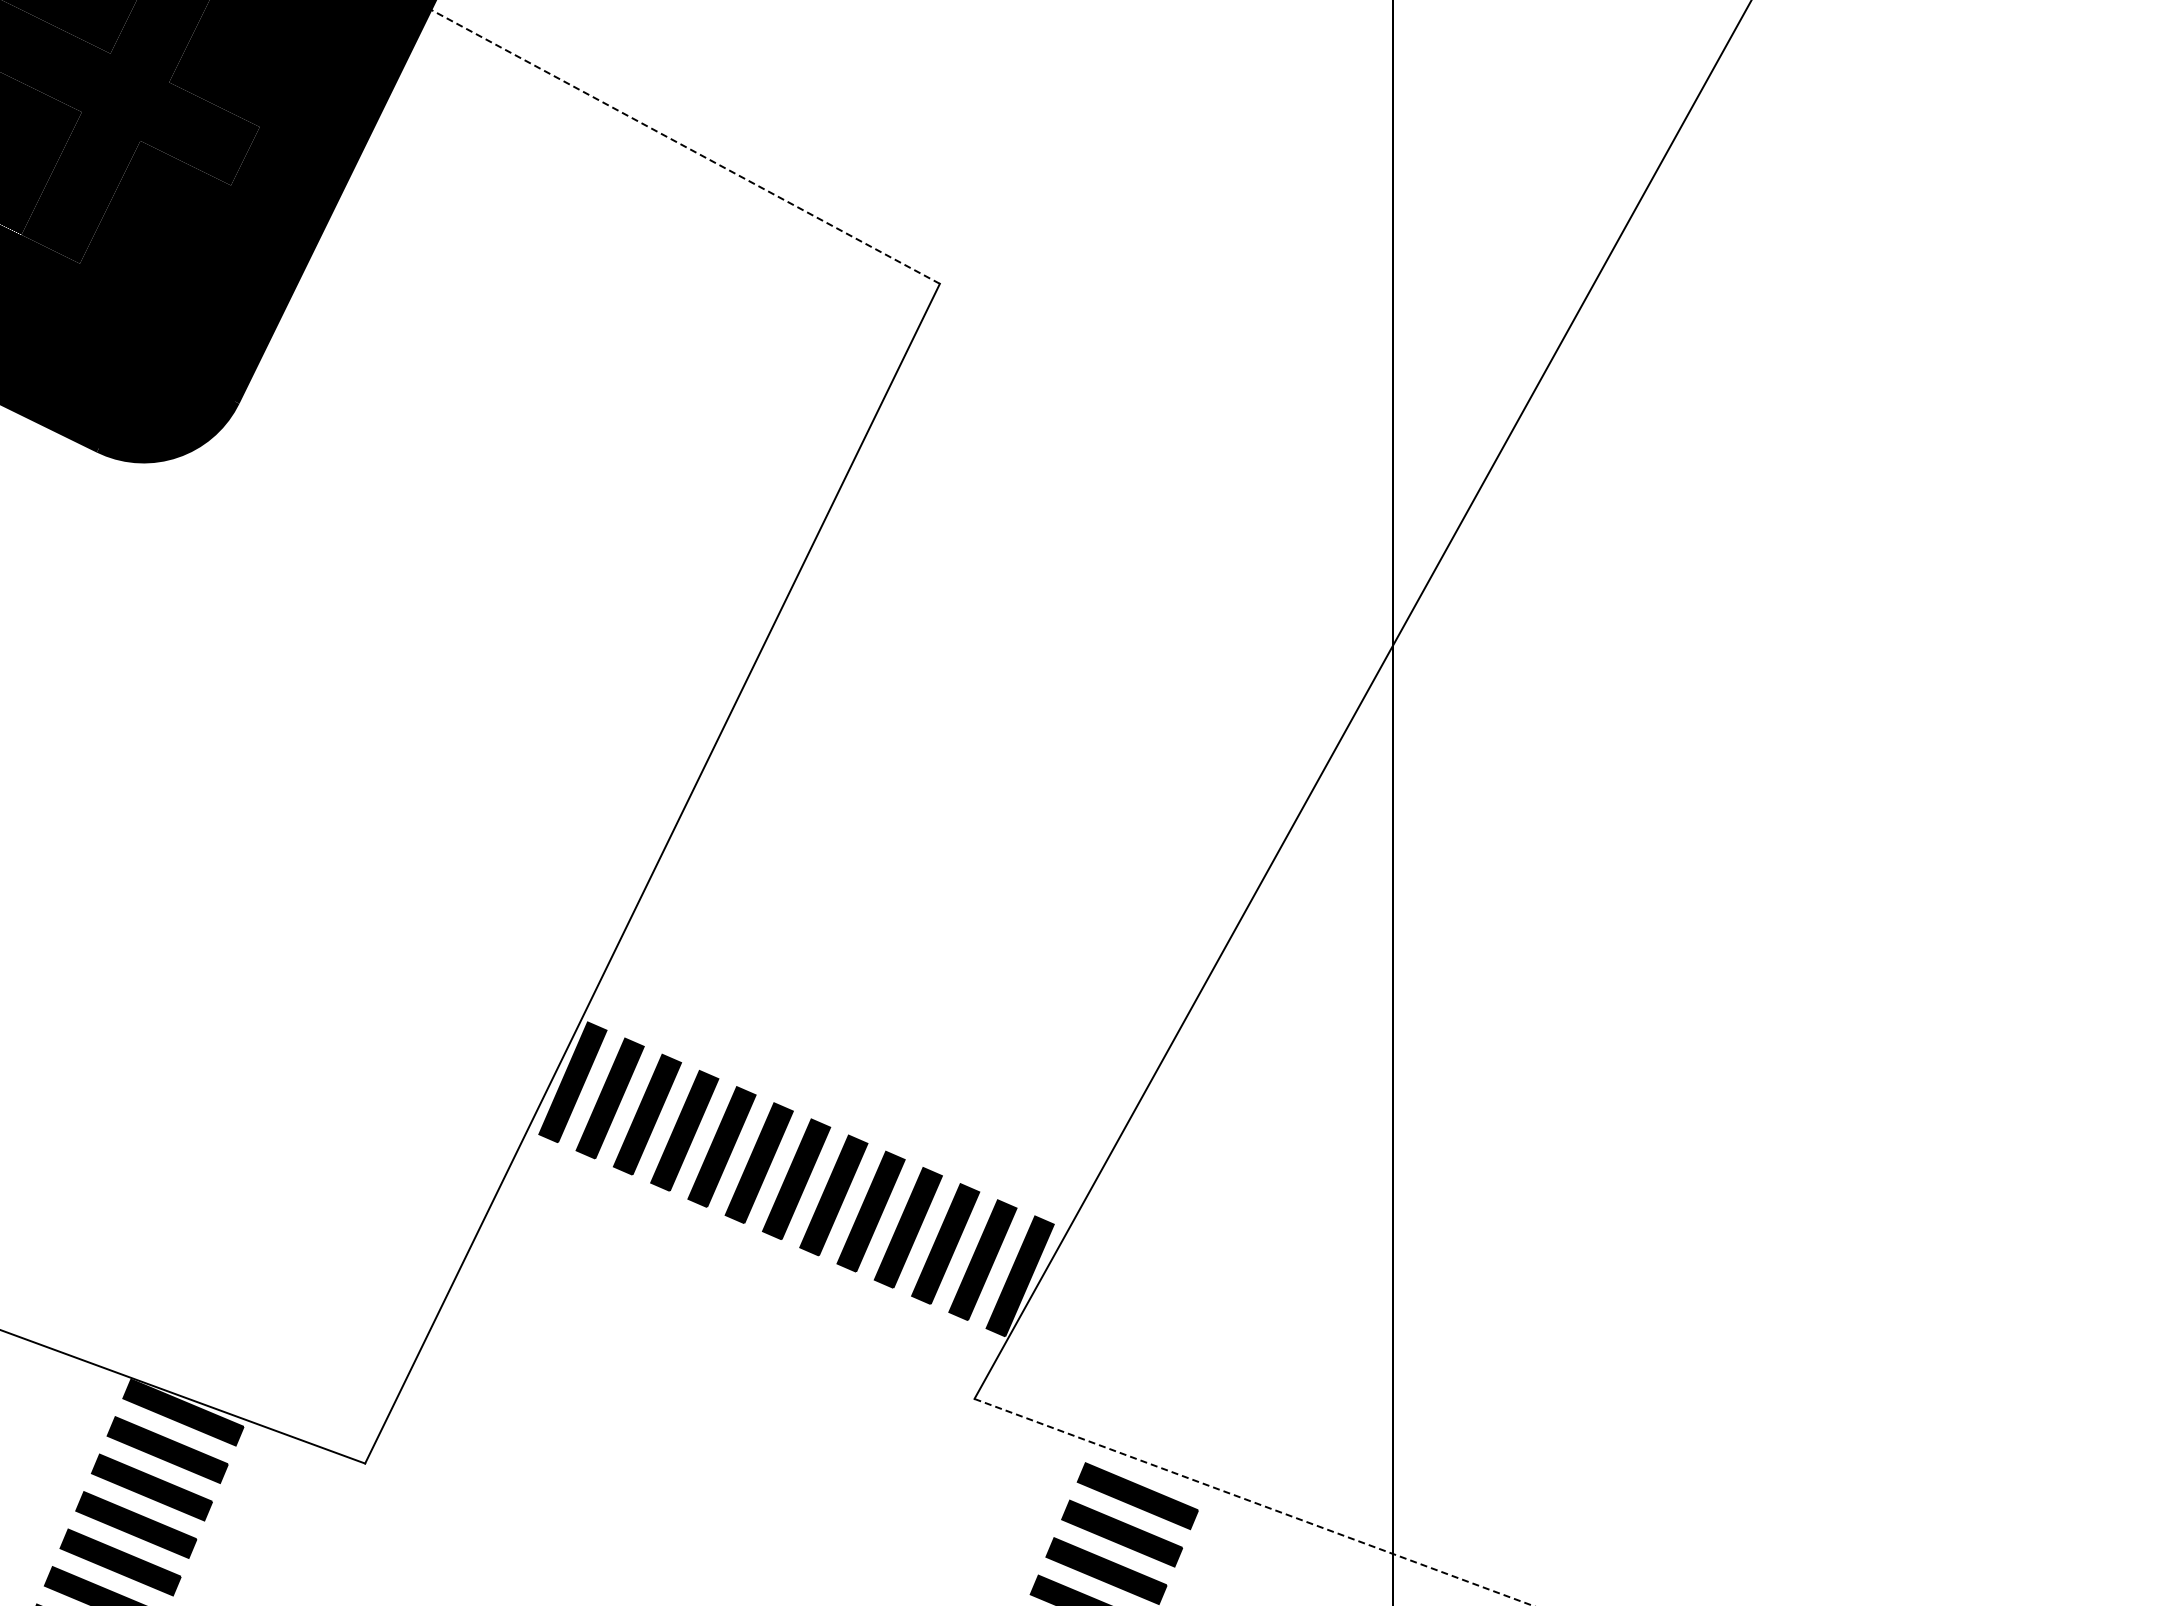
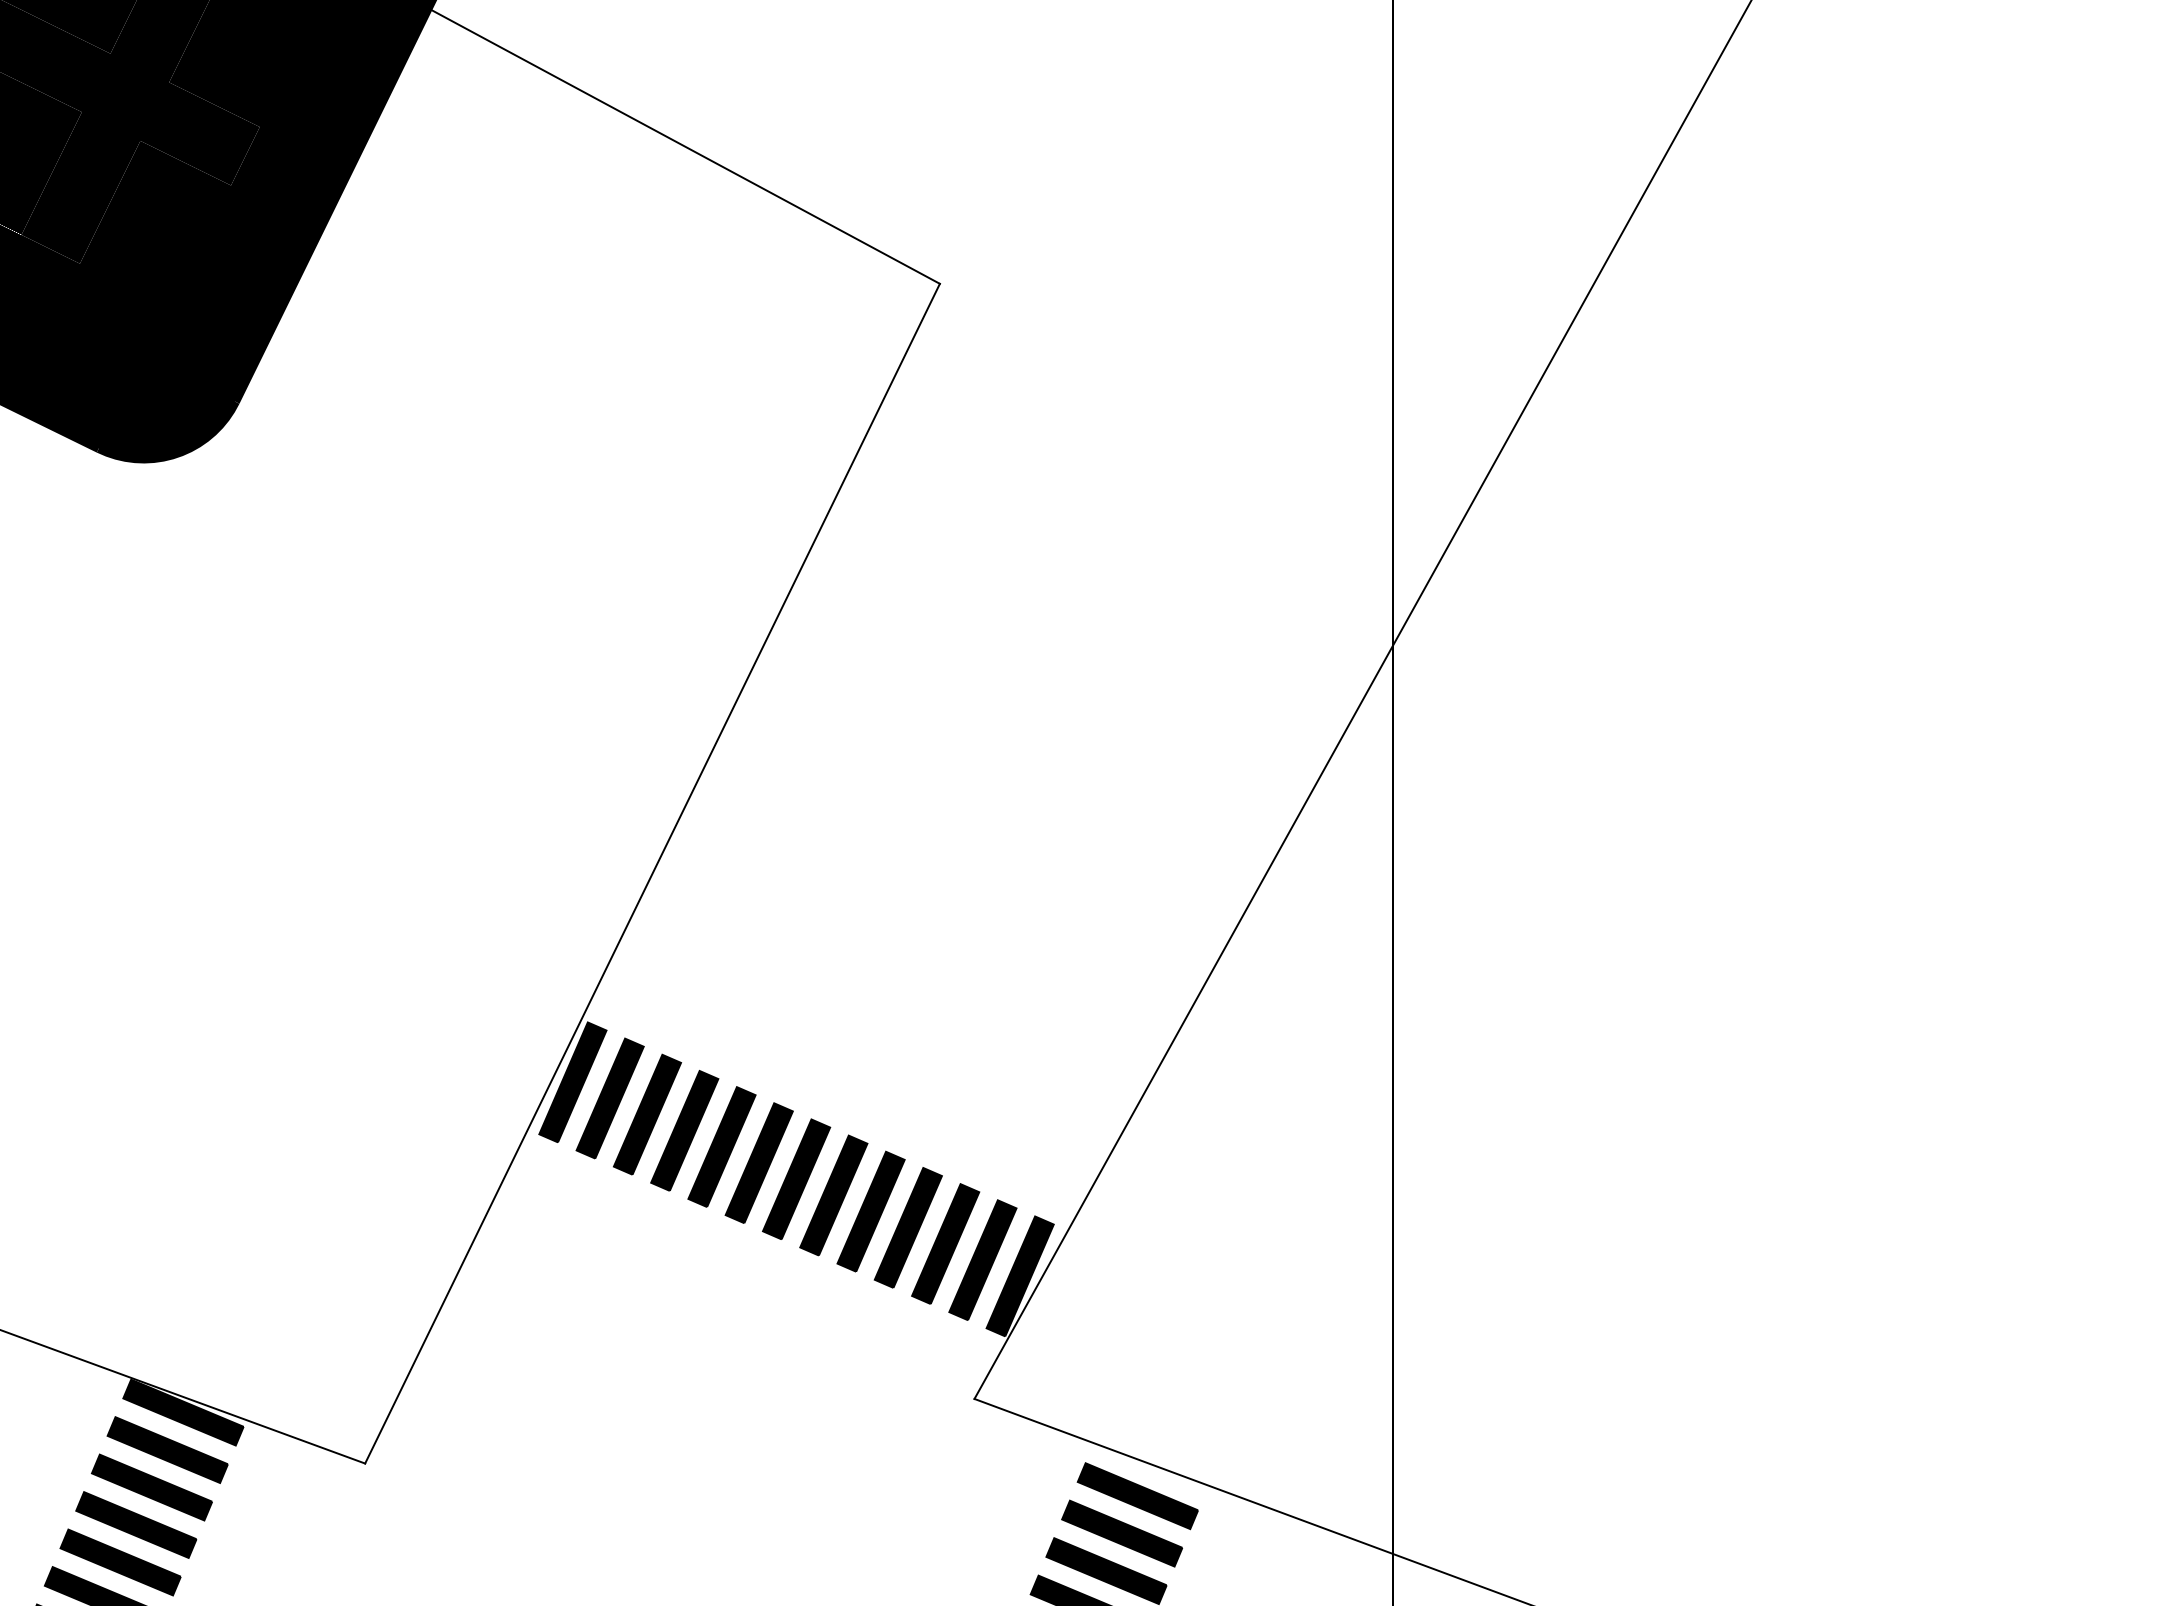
line at (676, 142): dashed -> solid
line at (1253, 1502): dashed -> solid
